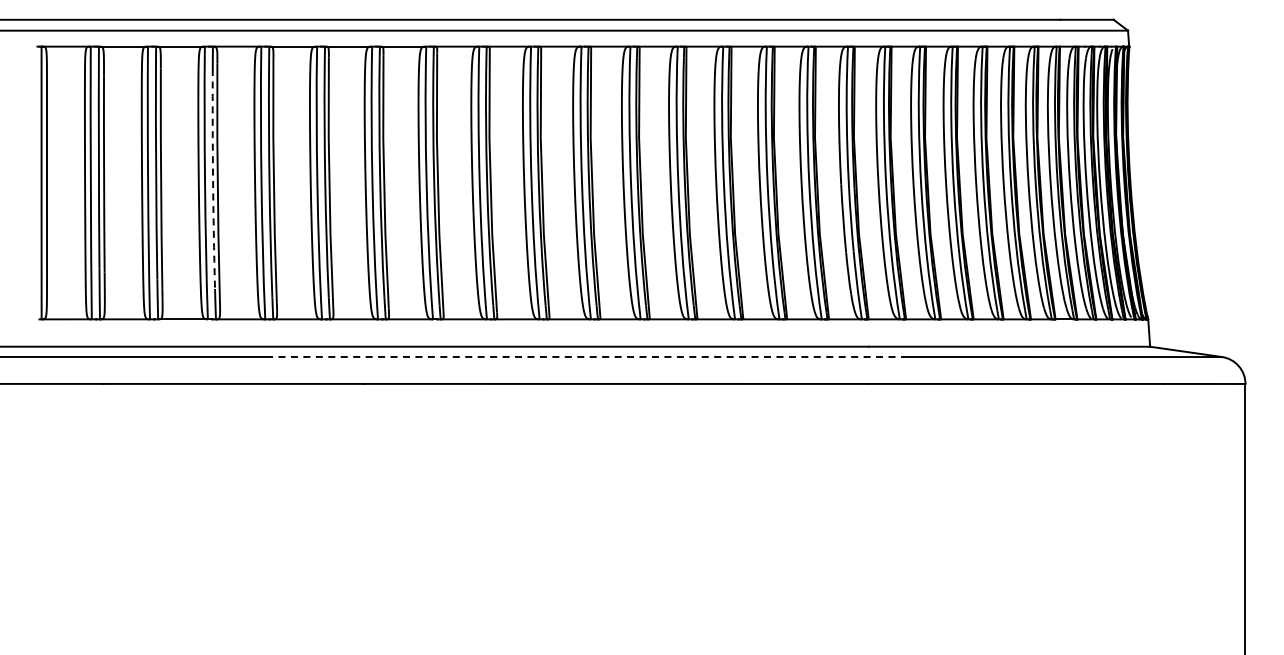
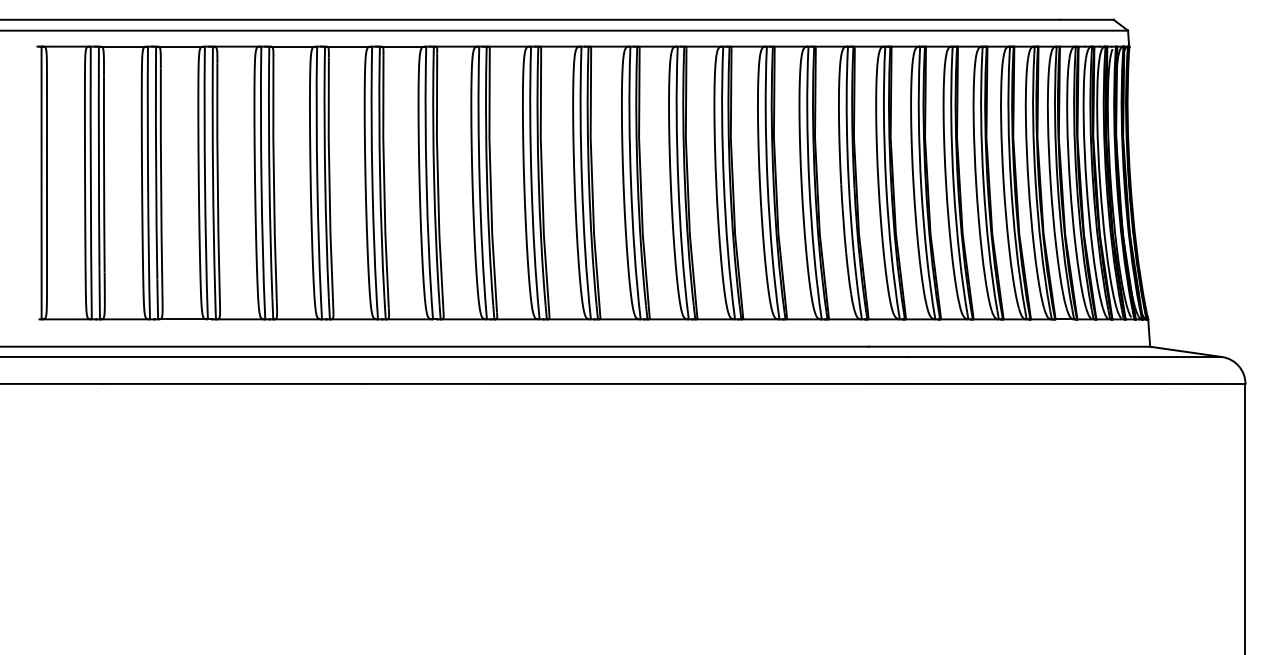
arc at (213, 178): dashed -> solid
line at (588, 356): dashed -> solid
